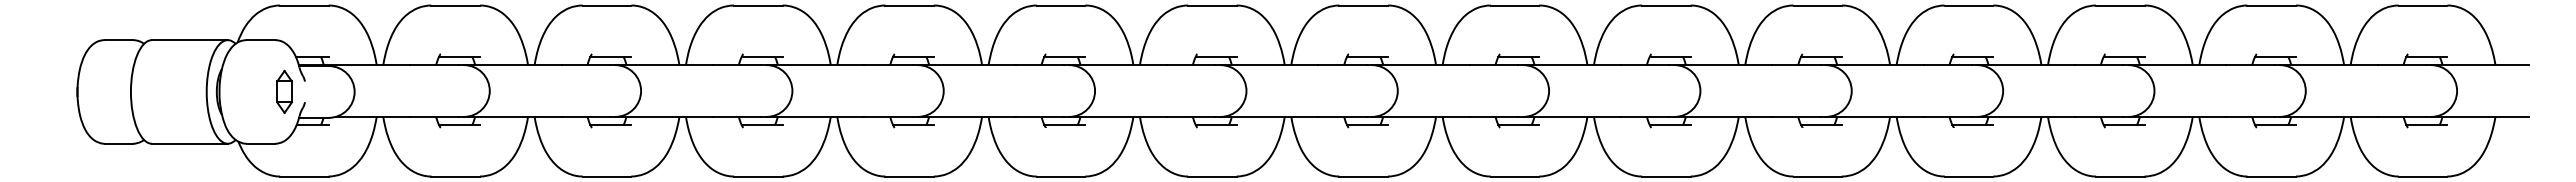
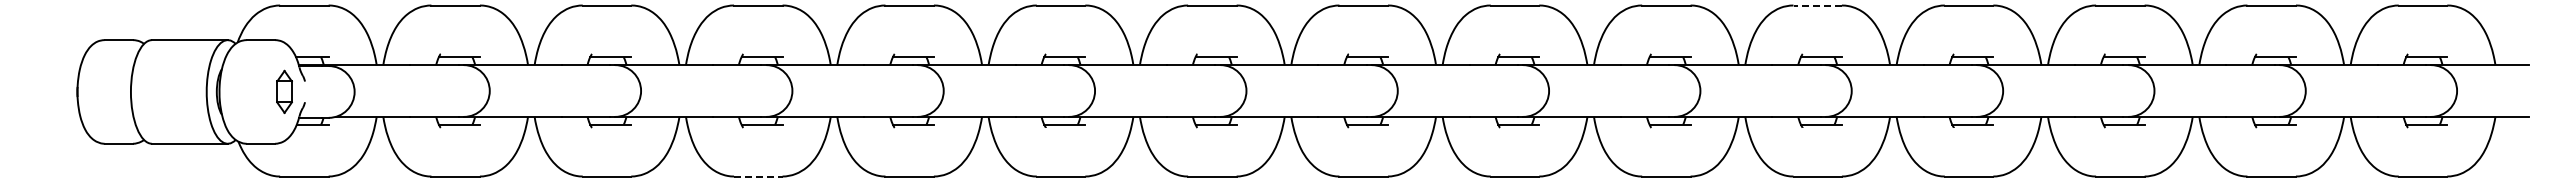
line at (1817, 5): solid -> dashed
line at (758, 176): solid -> dashed
